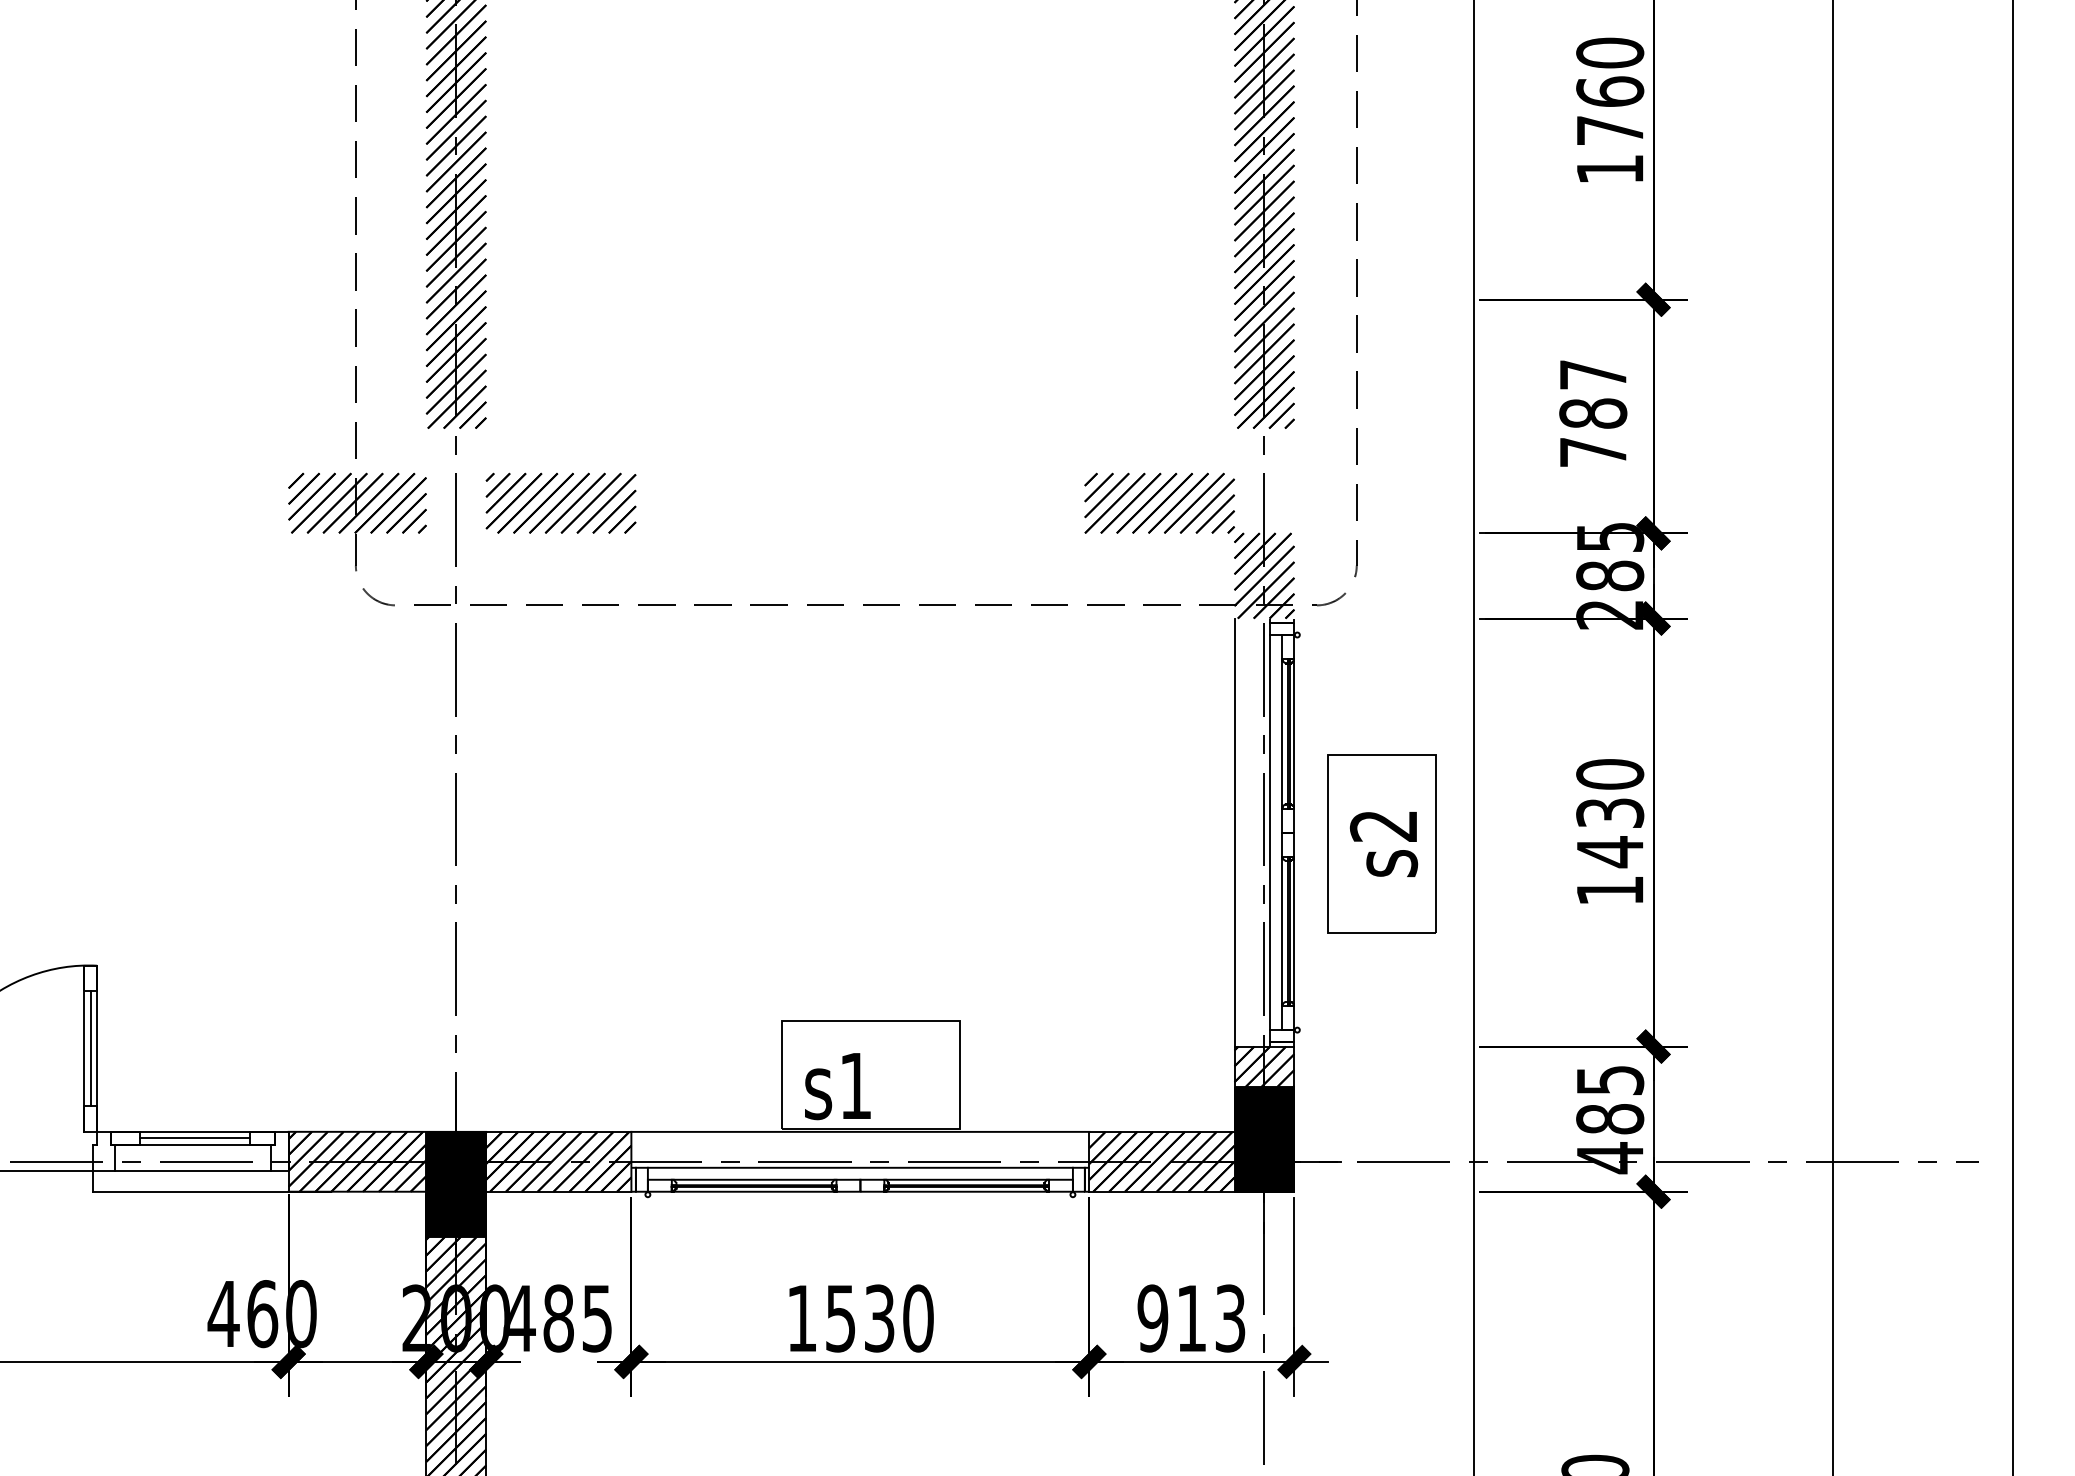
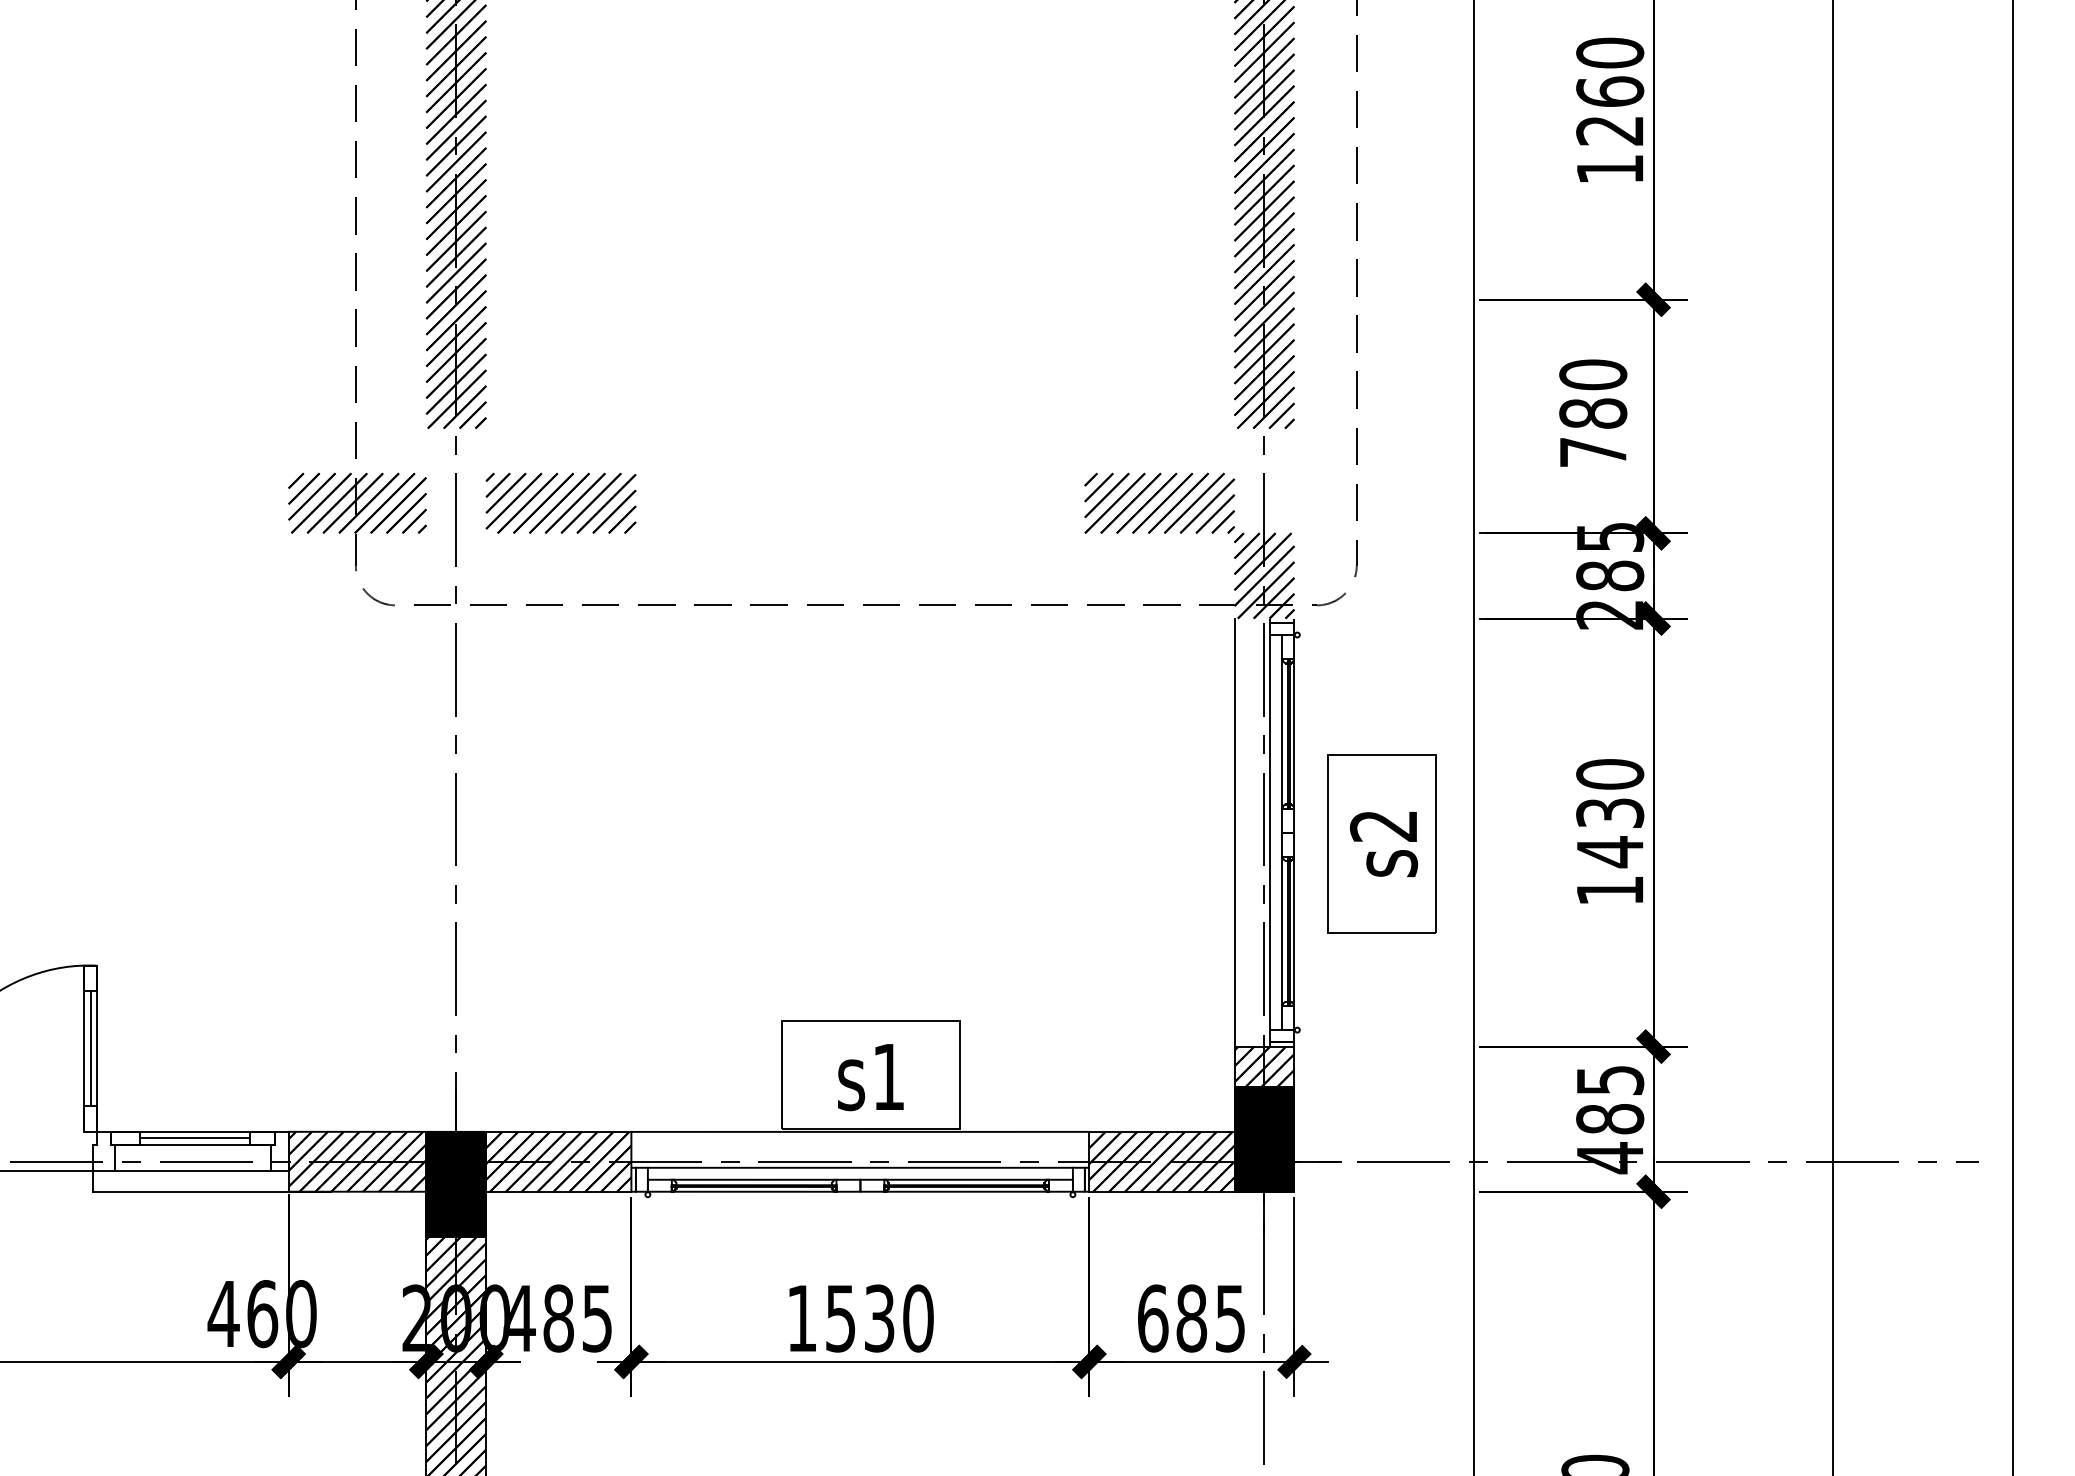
text at (1609, 130): 1760 -> 1260
text at (1593, 374): 787 -> 780
text at (837, 1086) position: (837, 1086) -> (870, 1077)
text at (1191, 1318): 913 -> 685
